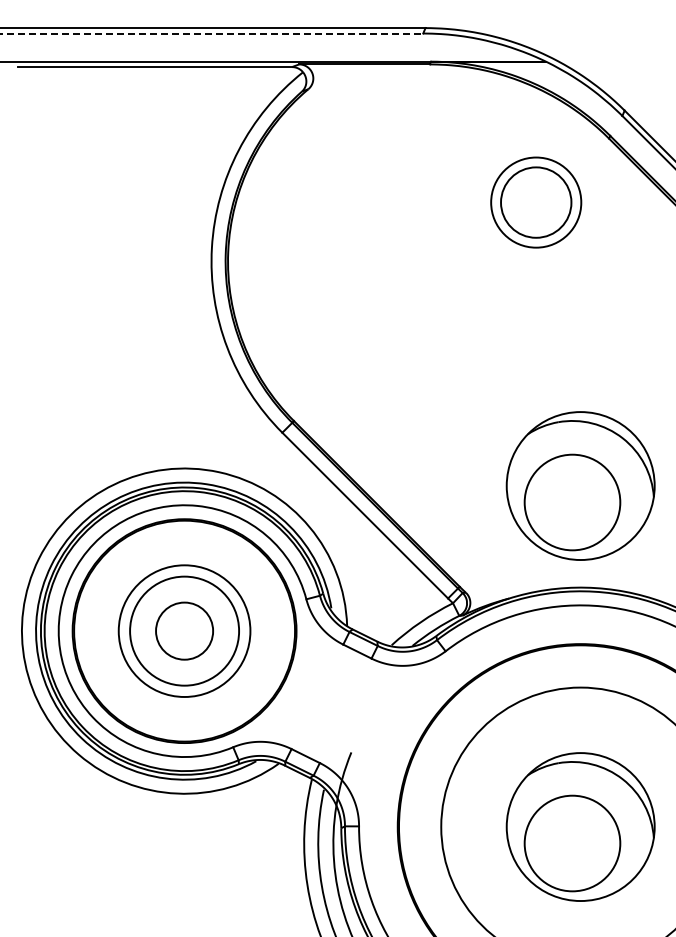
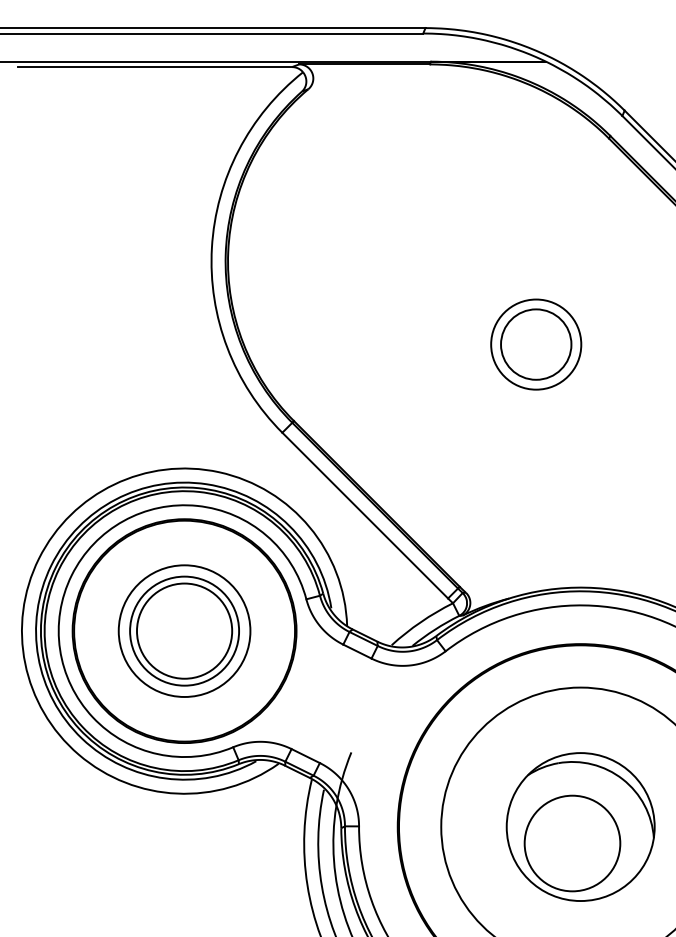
line at (212, 33): dashed -> solid
part at (536, 202) position: (536, 202) -> (536, 344)
part at (580, 485): present -> none
circle at (184, 630) diameter: 57 px -> 95 px
